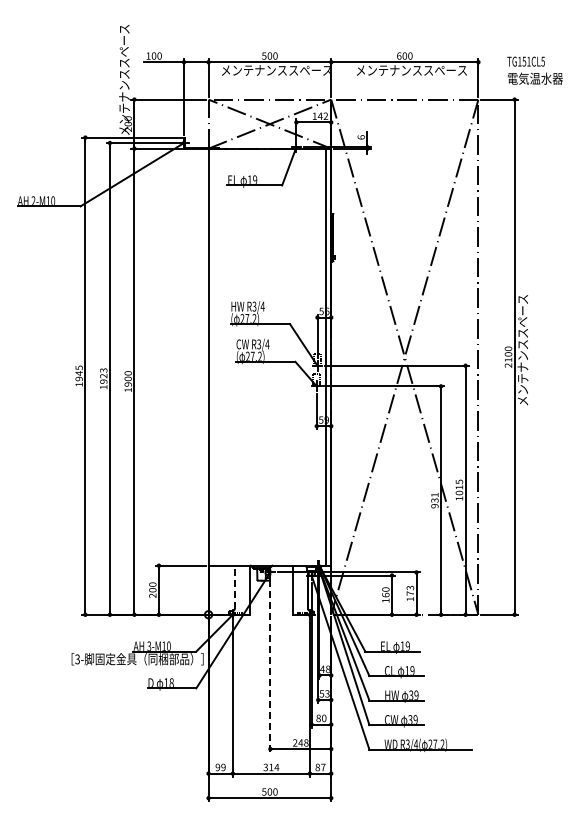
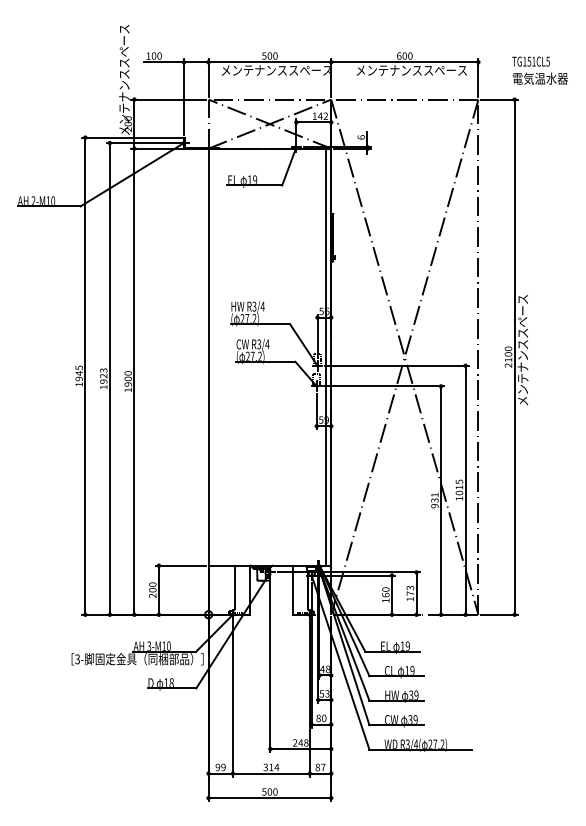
text at (534, 70) position: (534, 70) -> (539, 70)
line at (234, 586): dashed -> solid
line at (270, 666): dashed -> solid
